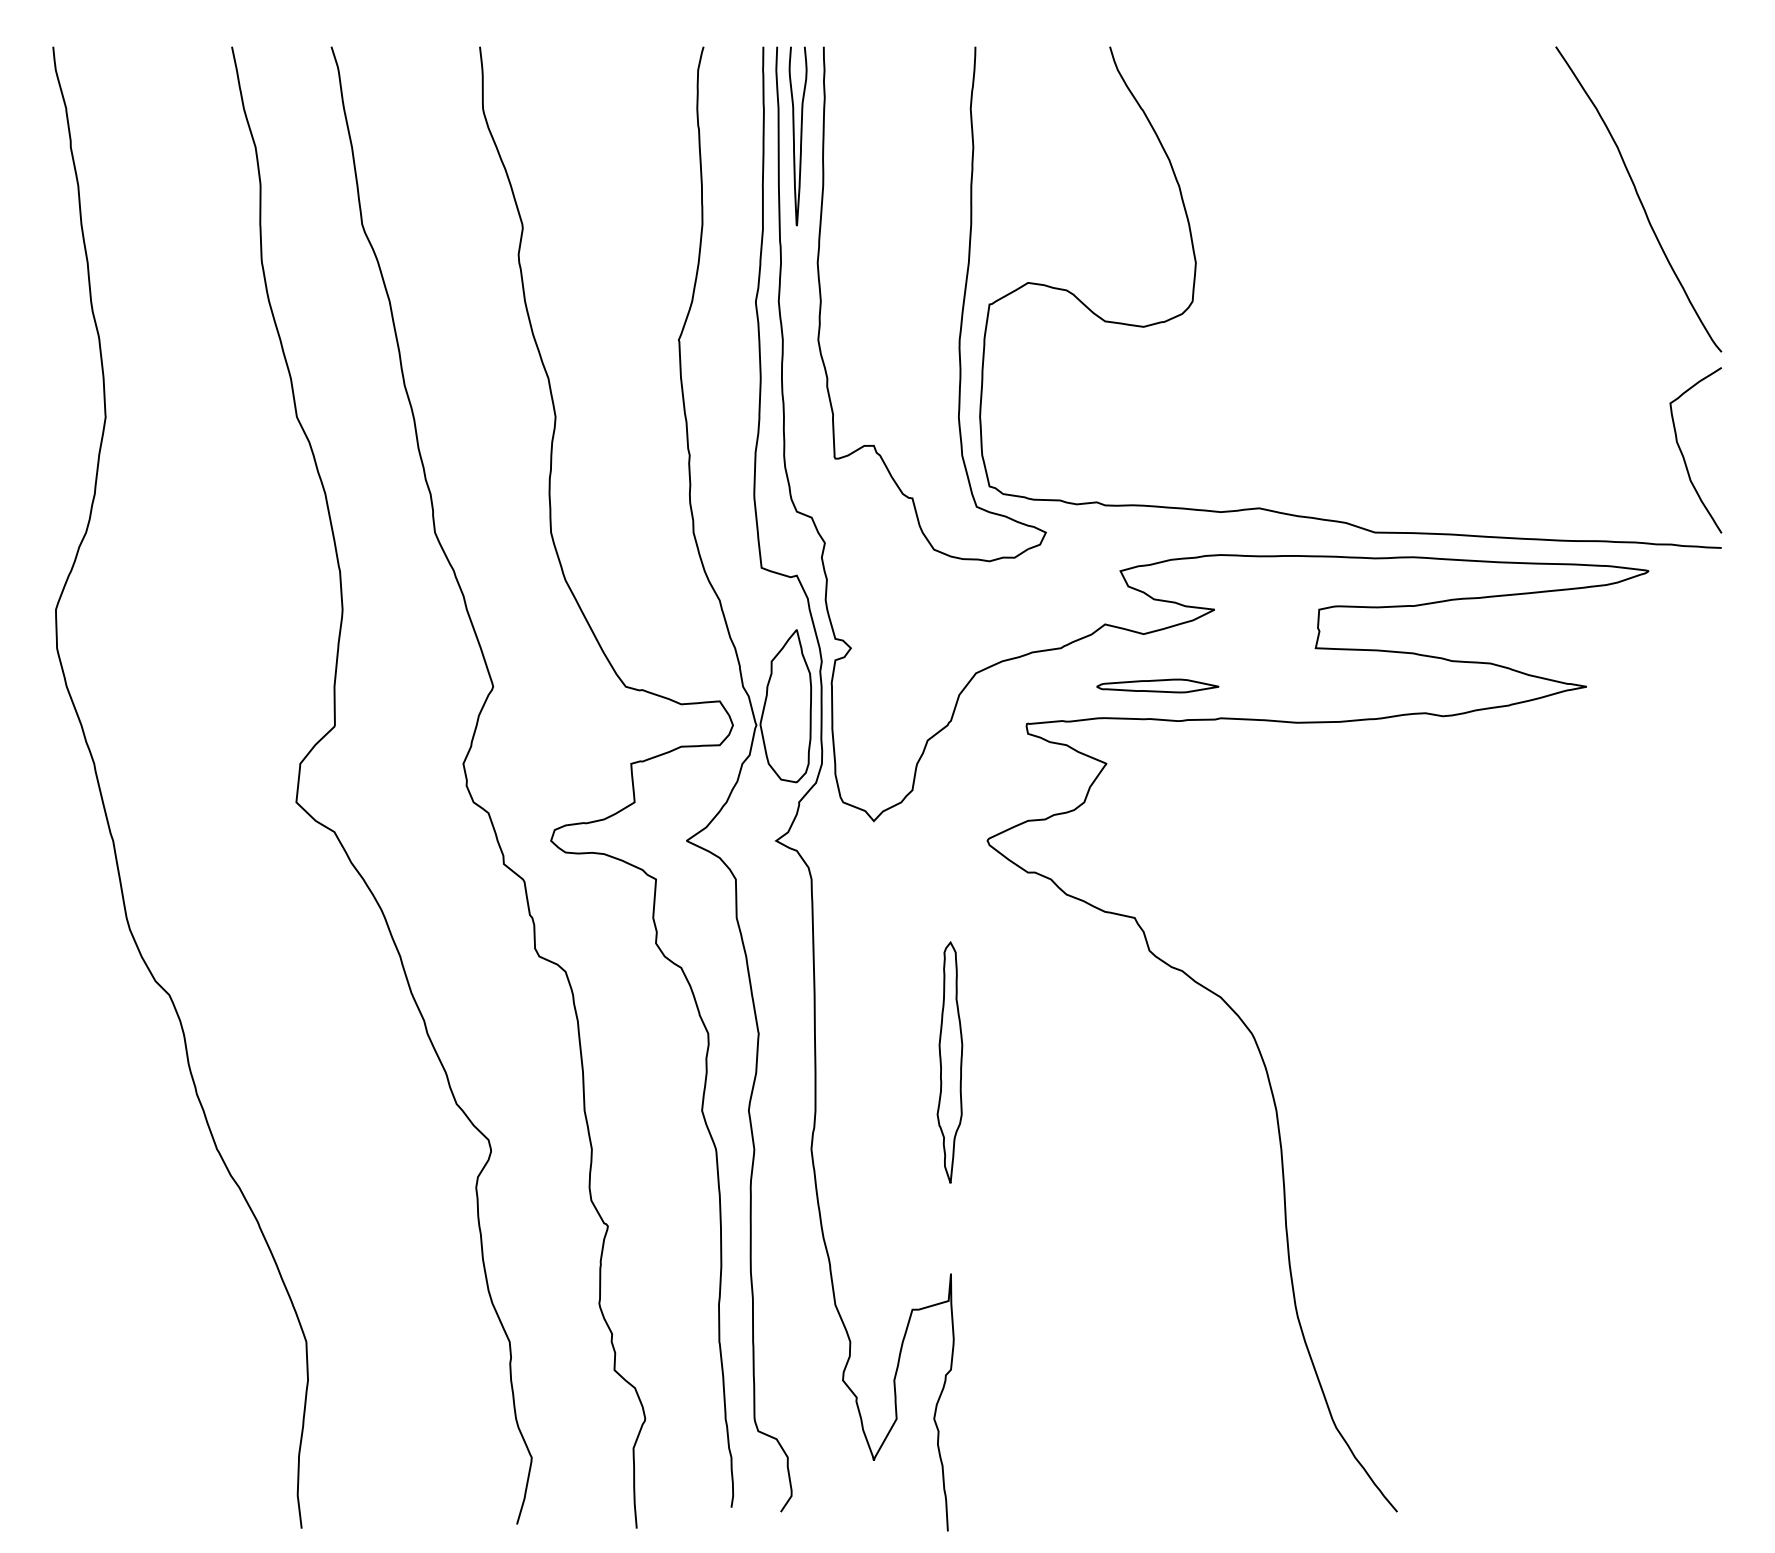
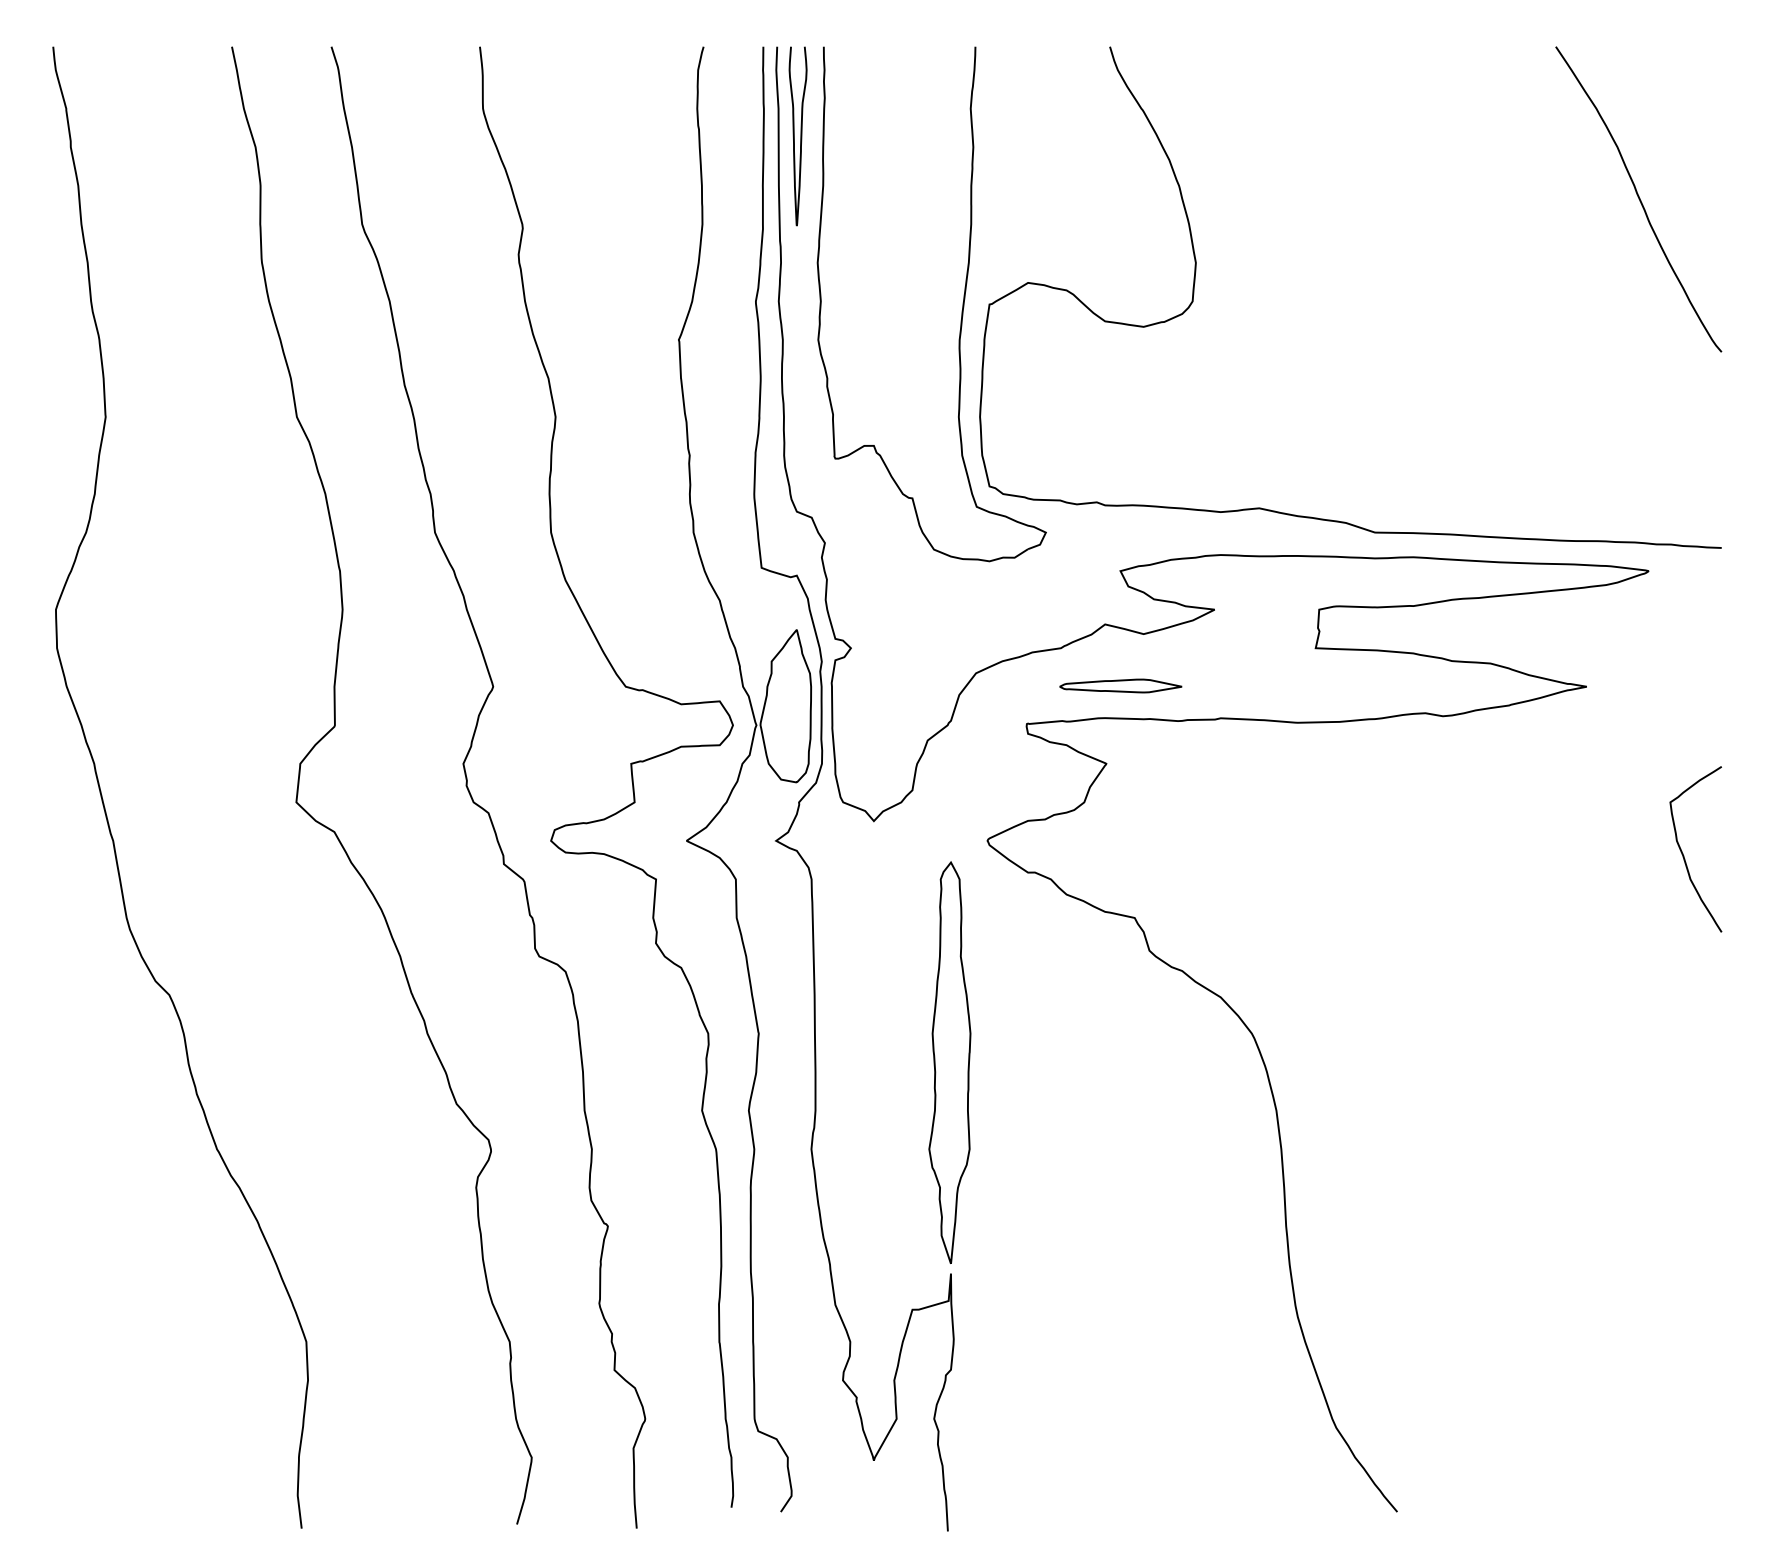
curve at (1684, 456) position: (1684, 456) -> (1684, 855)
part at (1157, 685) position: (1157, 685) -> (1120, 685)
part at (949, 1062) size: 28x243 px -> 44x403 px
